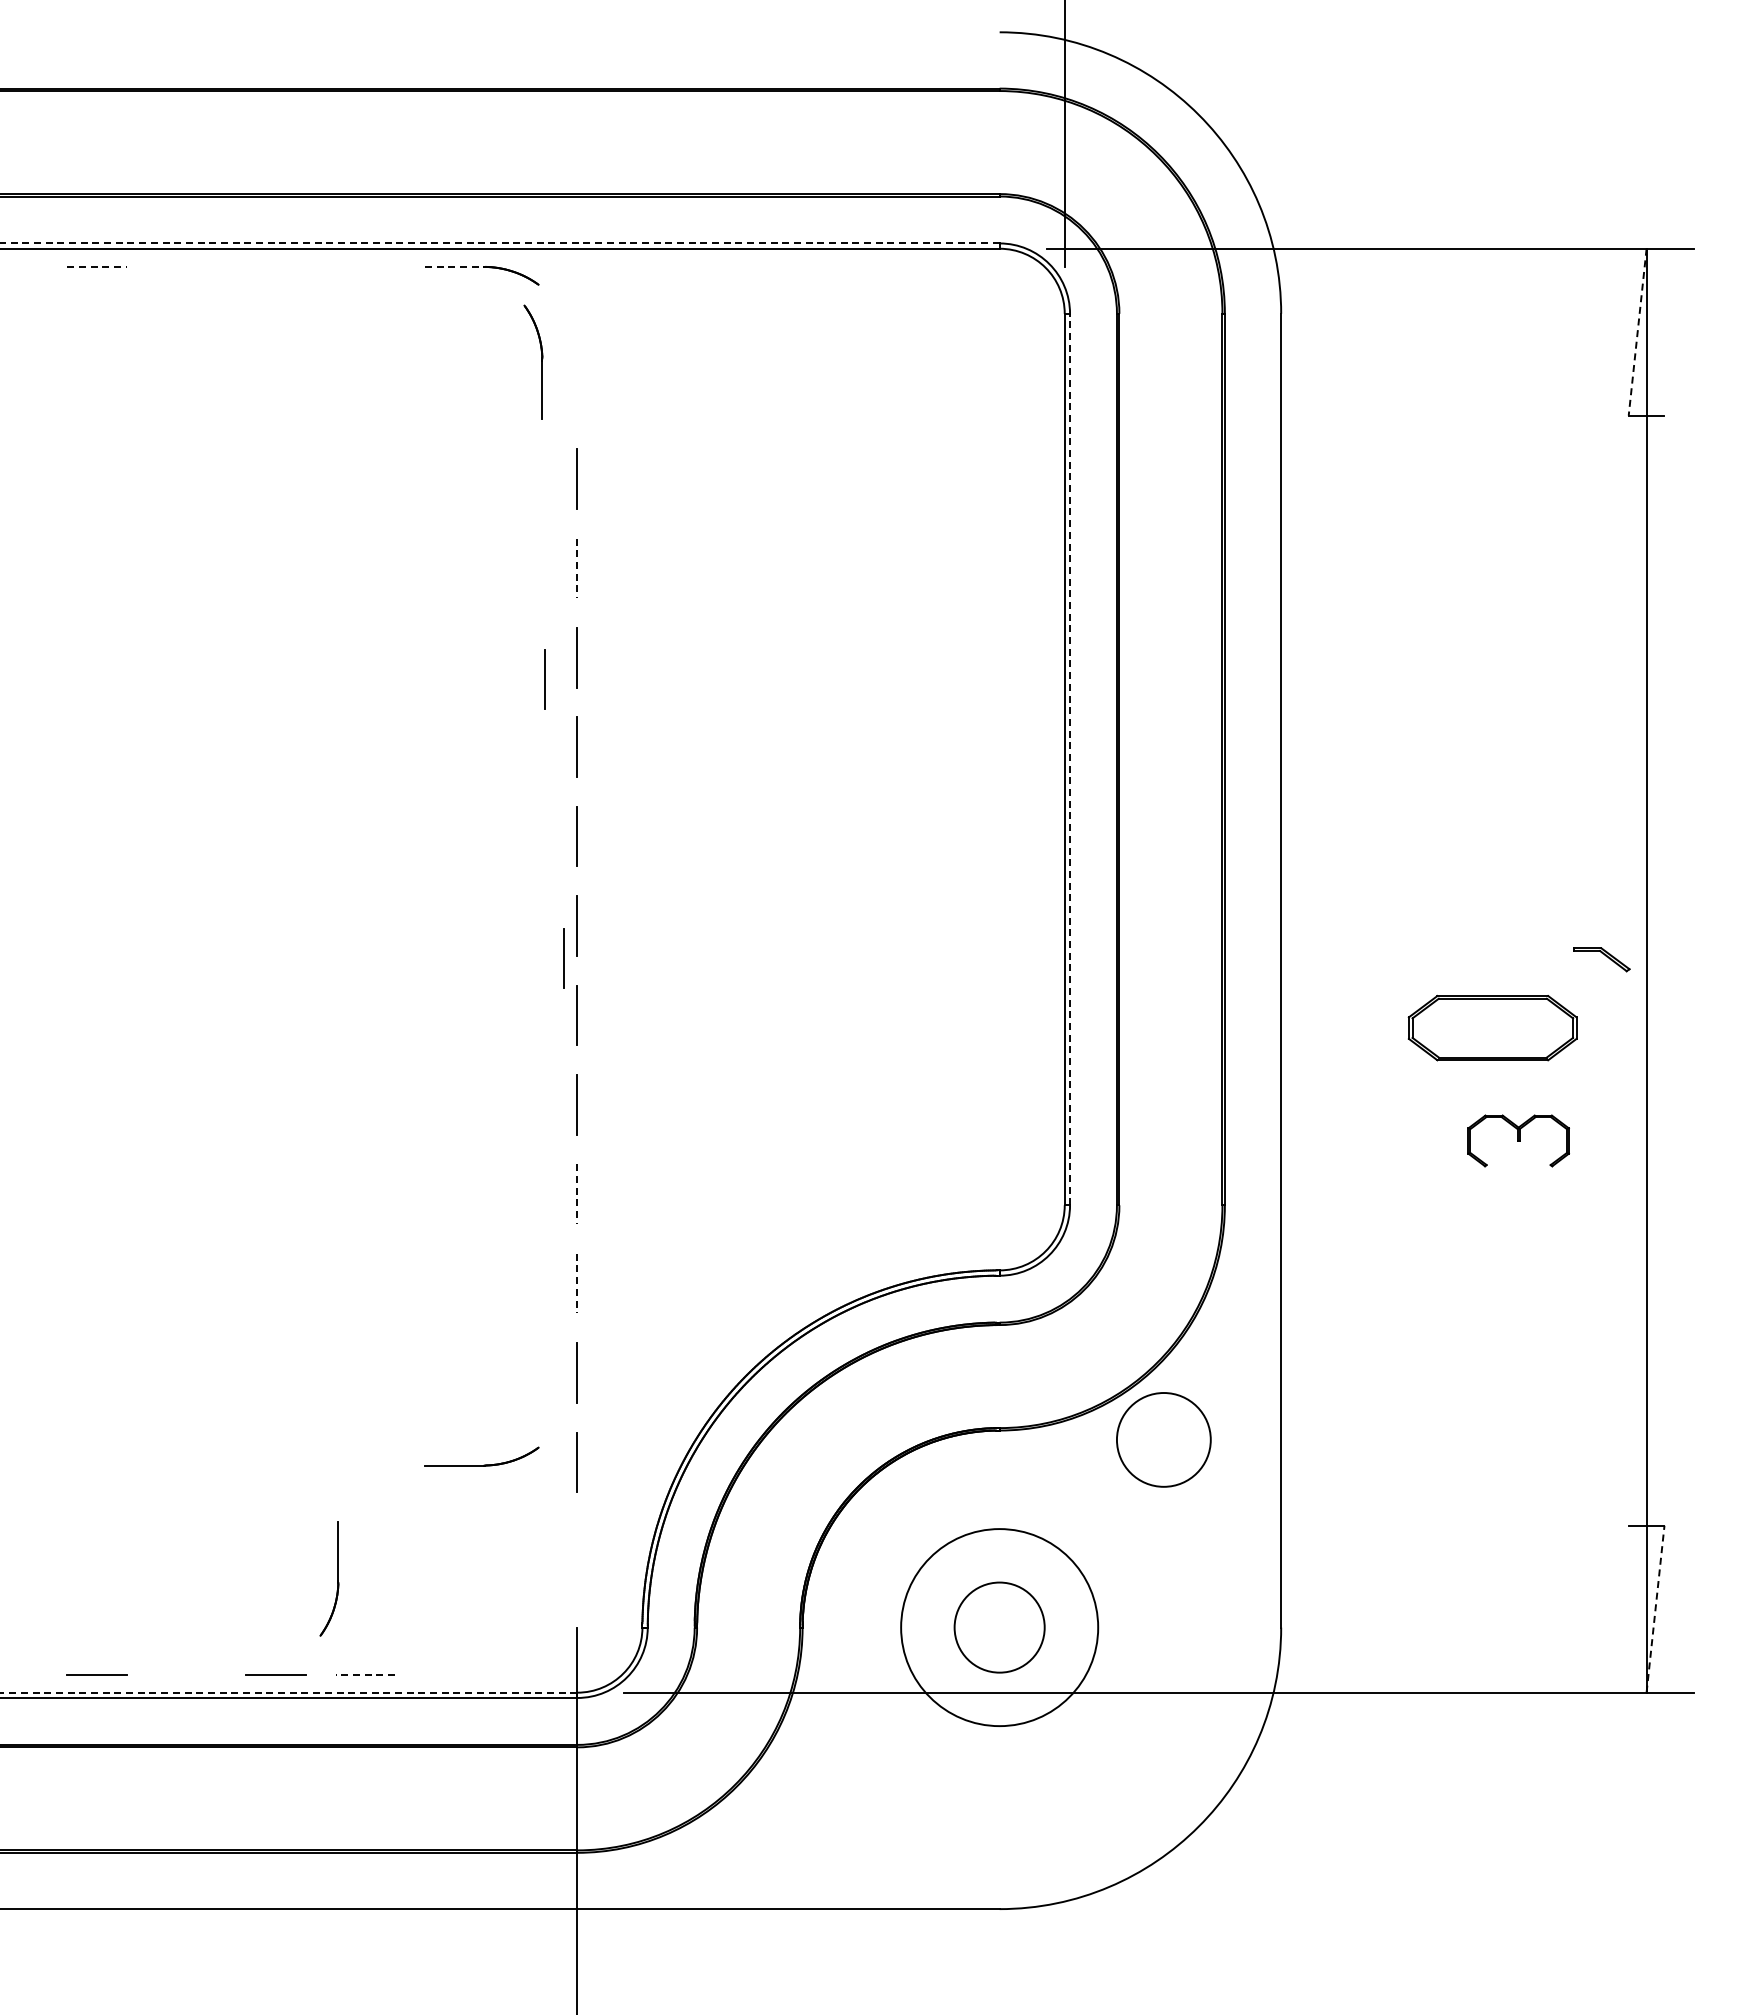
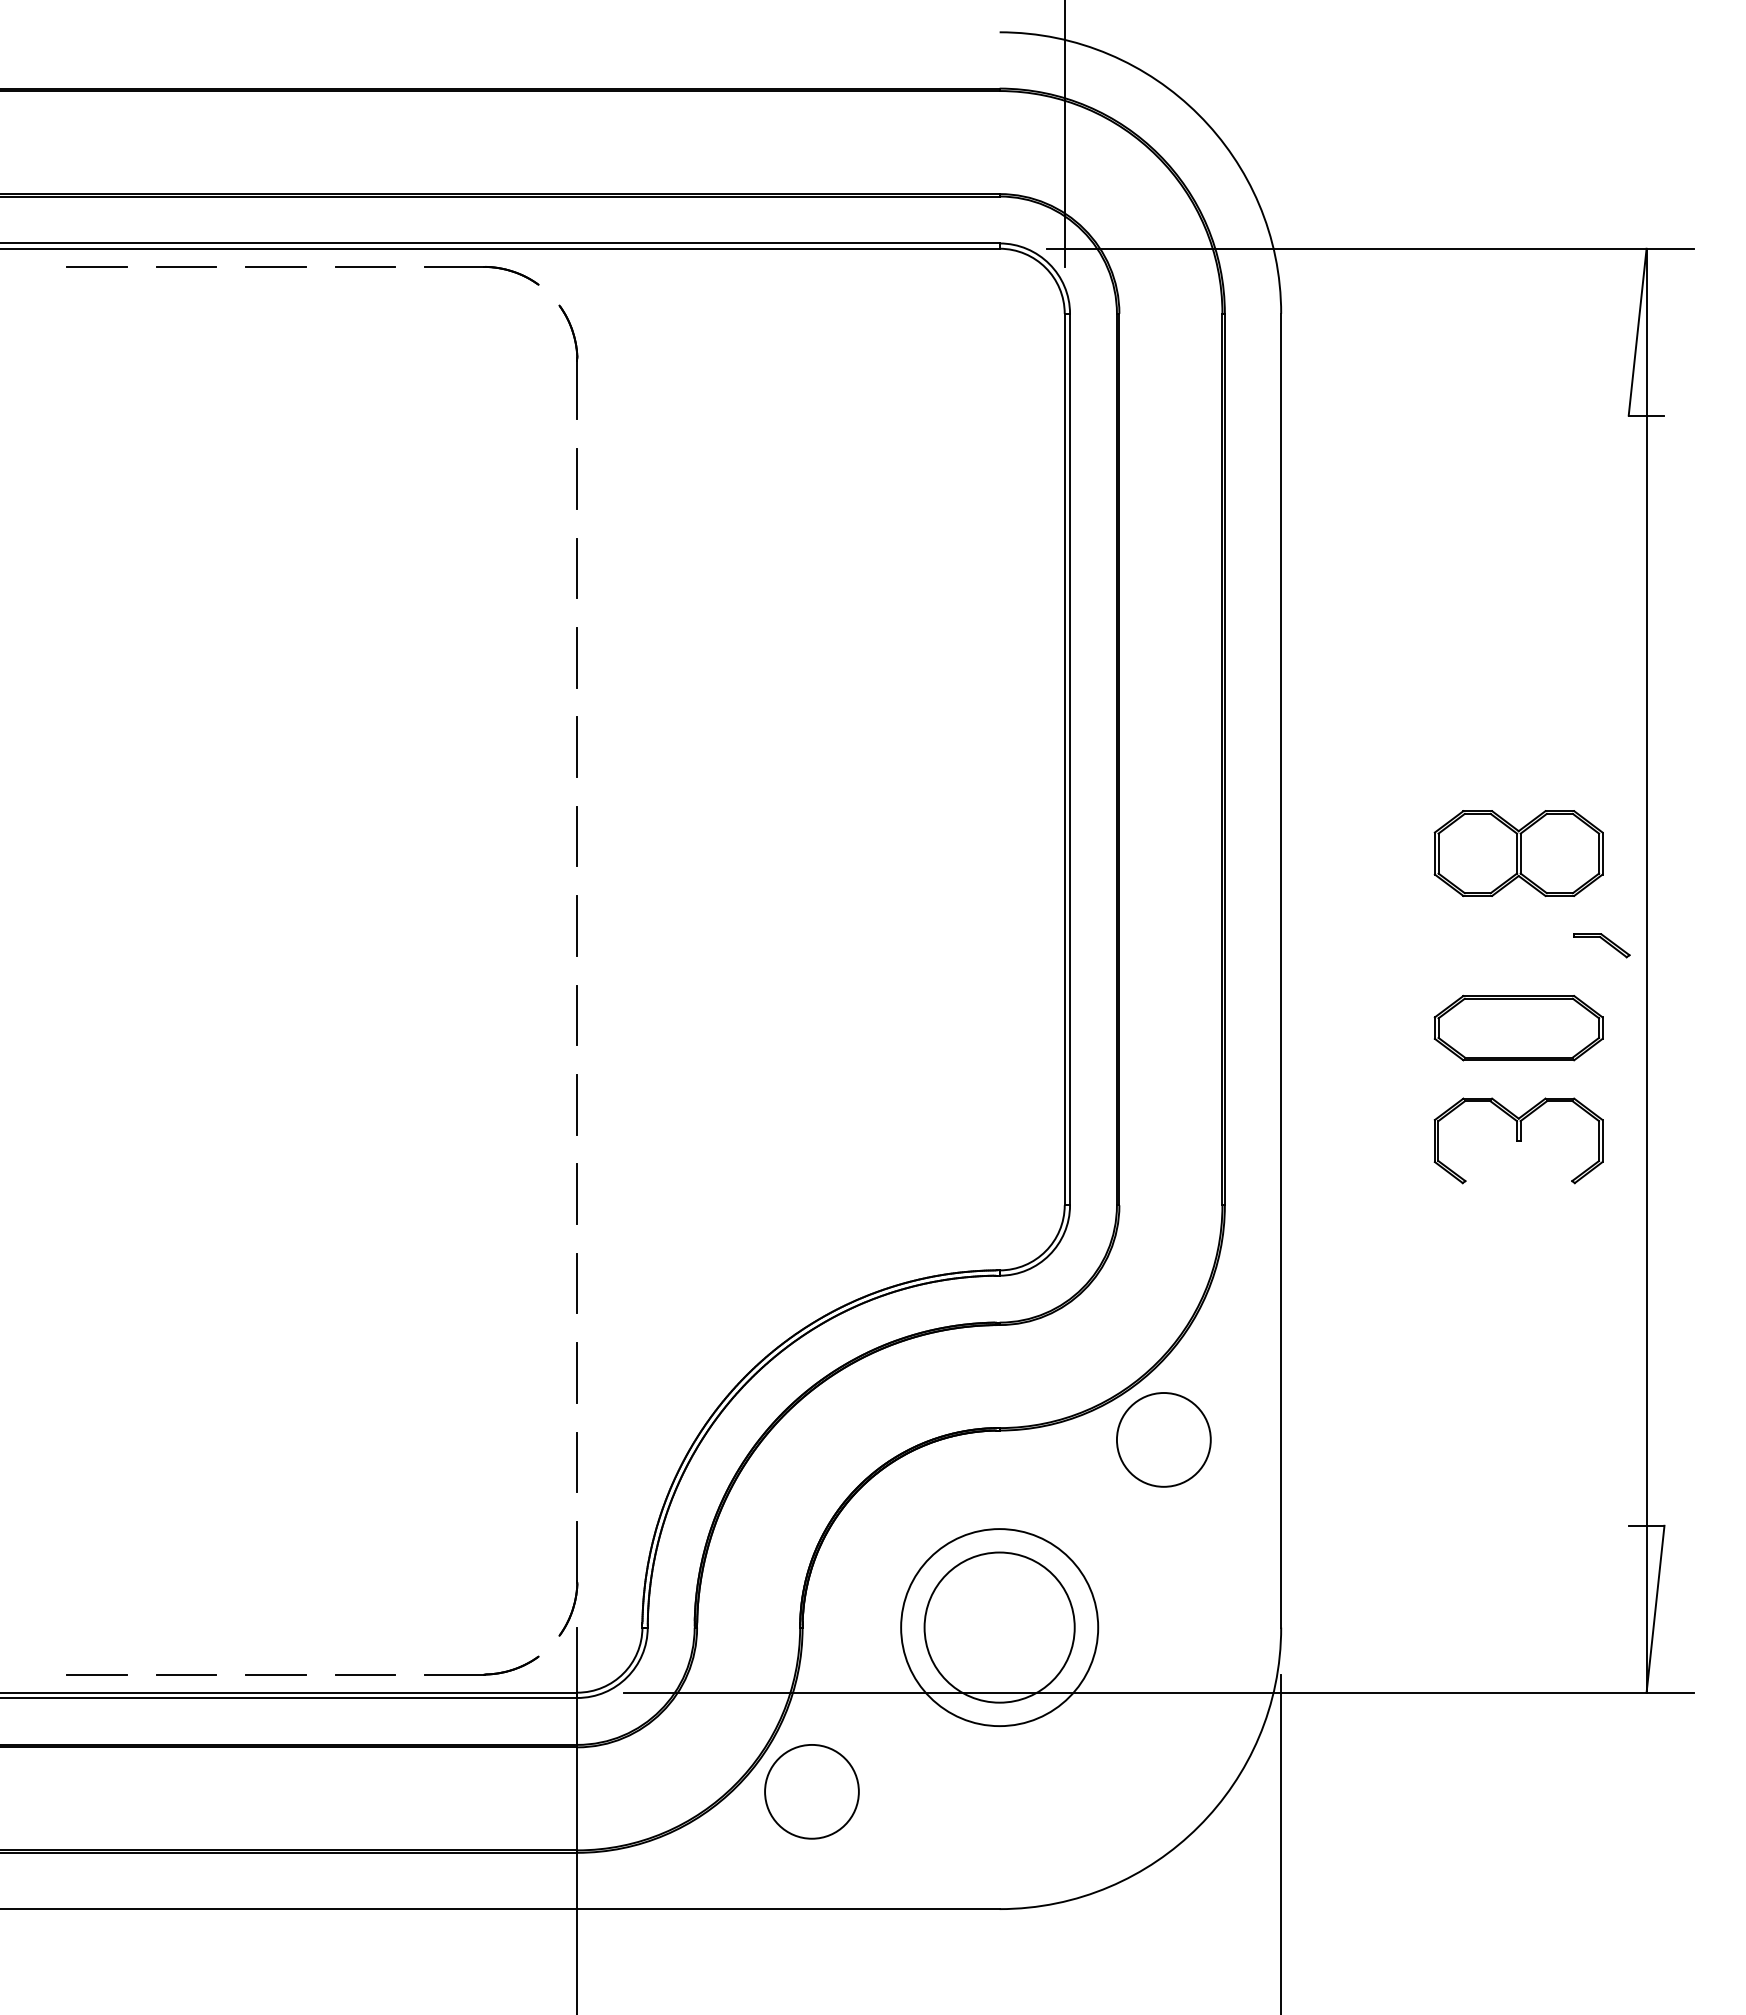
line at (499, 243): dashed -> solid
line at (97, 266): dashed -> solid
line at (186, 266): none -> present
line at (275, 266): none -> present
line at (365, 266): none -> present
line at (454, 266): dashed -> solid
line at (1637, 332): dashed -> solid
part at (541, 361) position: (541, 361) -> (576, 361)
line at (577, 568): dashed -> solid
line at (544, 679): present -> none
line at (1070, 759): dashed -> solid
part at (1518, 853): none -> present
line at (563, 958): present -> none
part at (1601, 959) position: (1601, 959) -> (1601, 945)
part at (1492, 1027) position: (1492, 1027) -> (1518, 1027)
part at (1518, 1140) size: 103x54 px -> 171x88 px
line at (577, 1194): dashed -> solid
line at (577, 1283): dashed -> solid
part at (484, 1464) position: (484, 1464) -> (484, 1673)
part at (337, 1578) position: (337, 1578) -> (576, 1578)
line at (1655, 1609): dashed -> solid
circle at (999, 1627) diameter: 90 px -> 150 px
line at (186, 1674): none -> present
line at (365, 1674): dashed -> solid
line at (288, 1692): dashed -> solid
circle at (811, 1791): none -> present
line at (1281, 1842): none -> present
